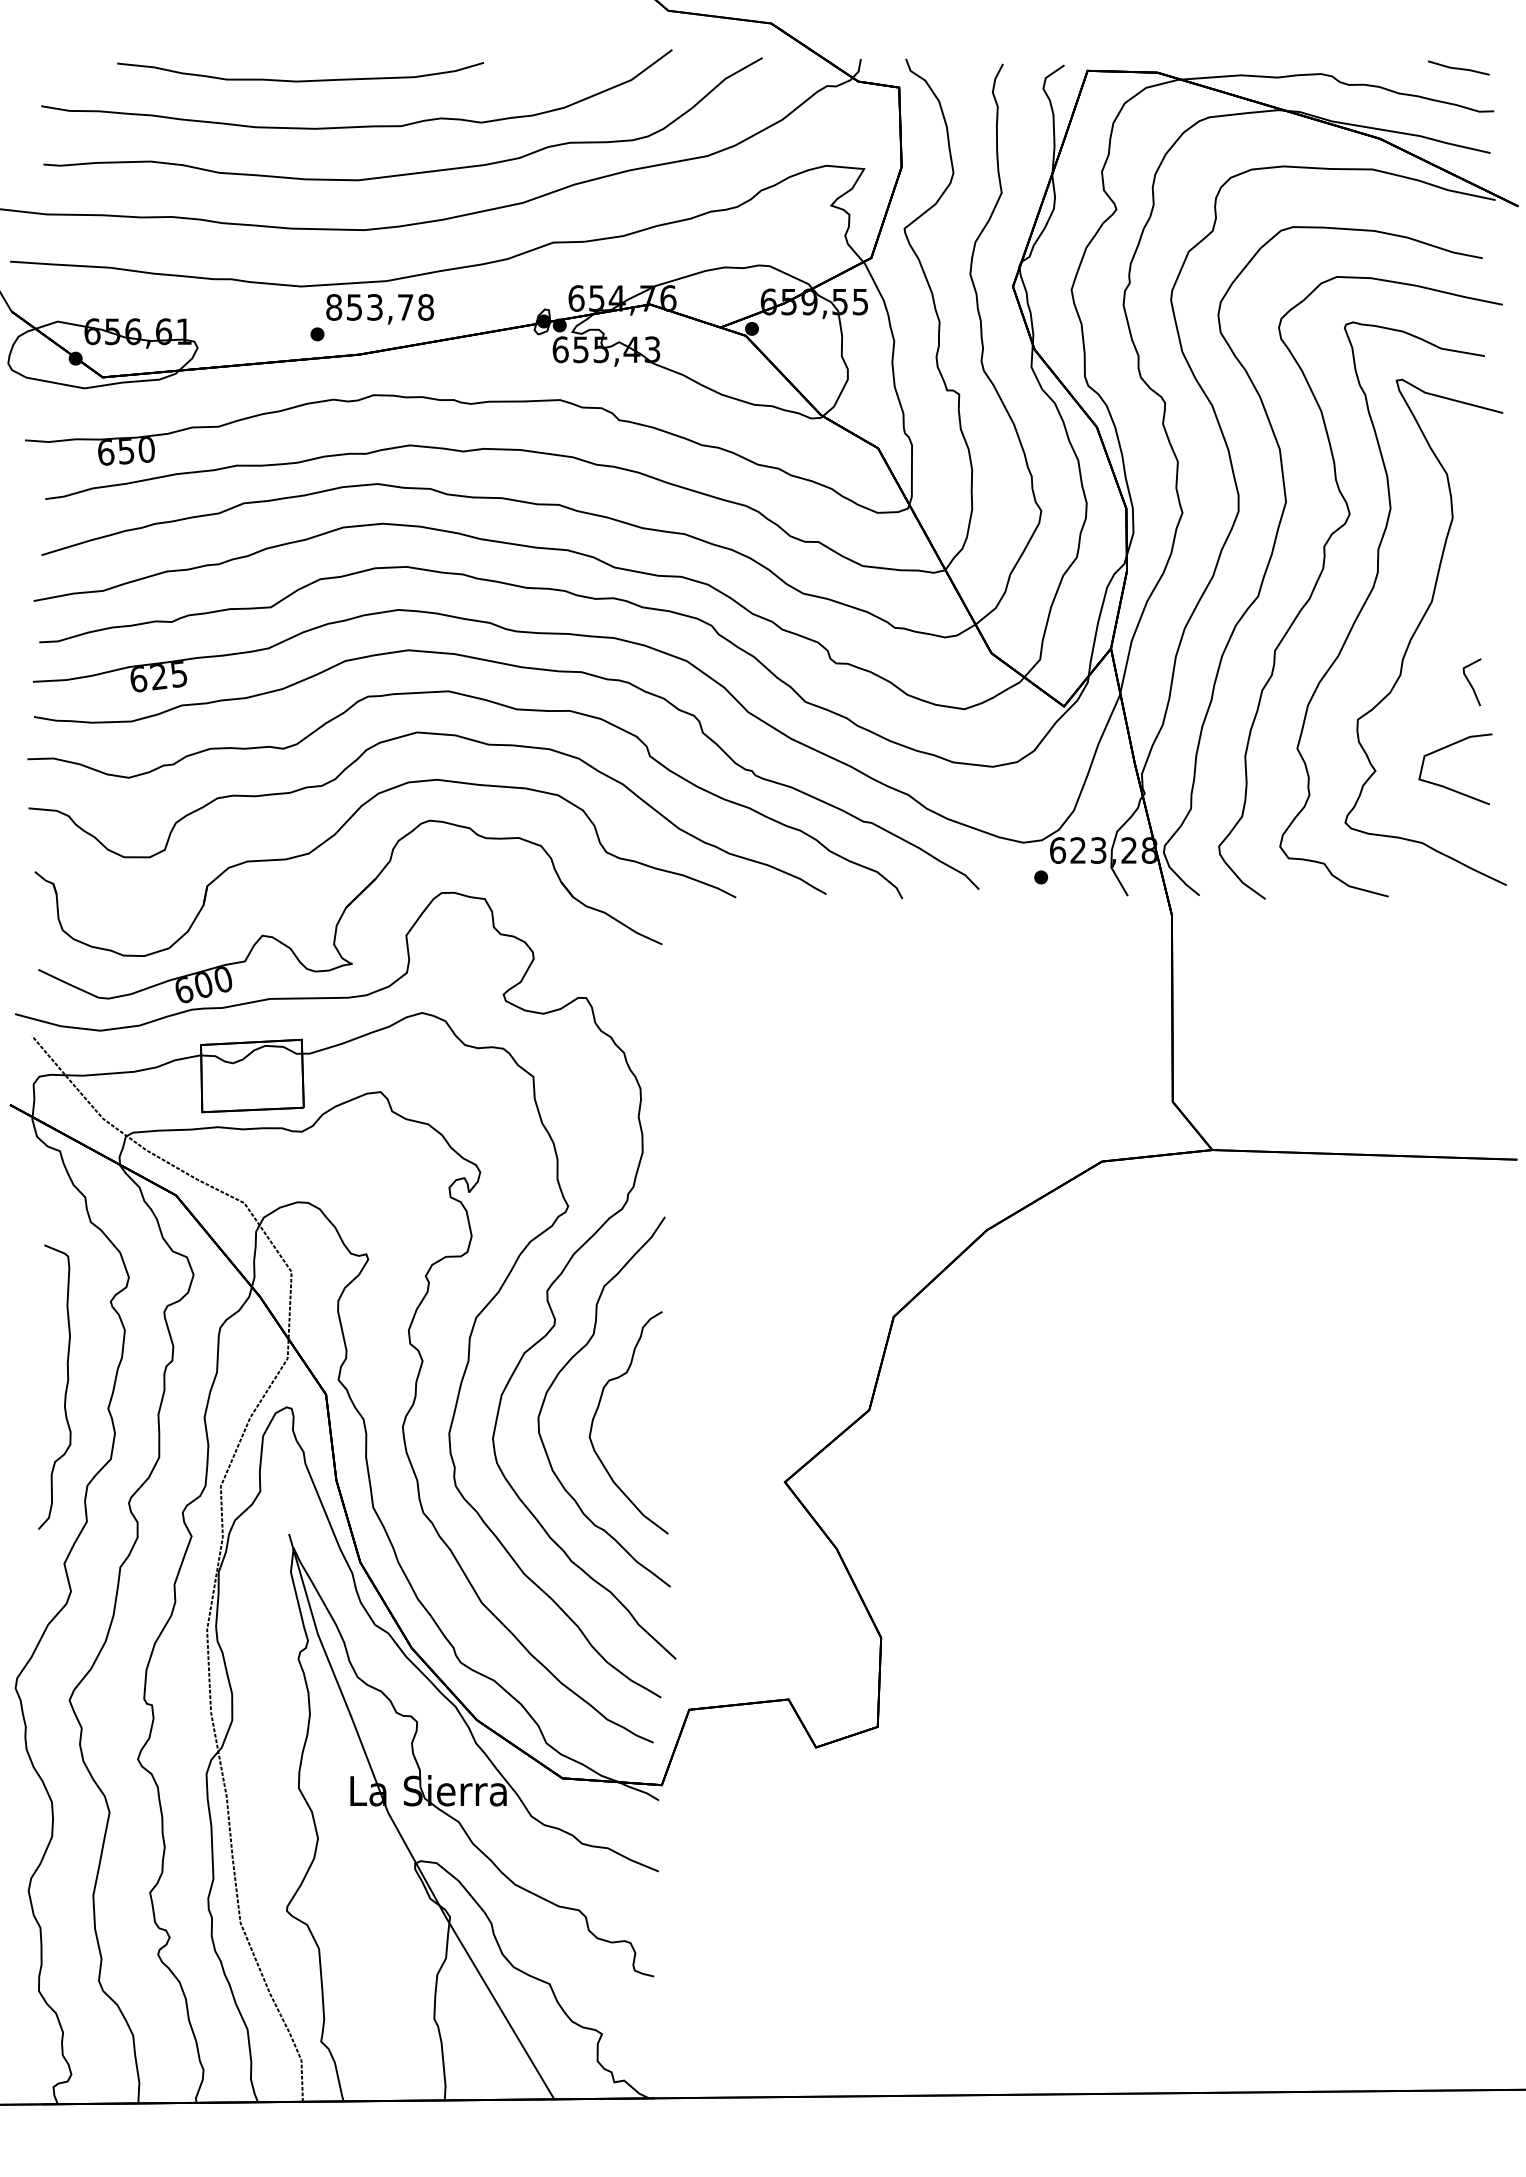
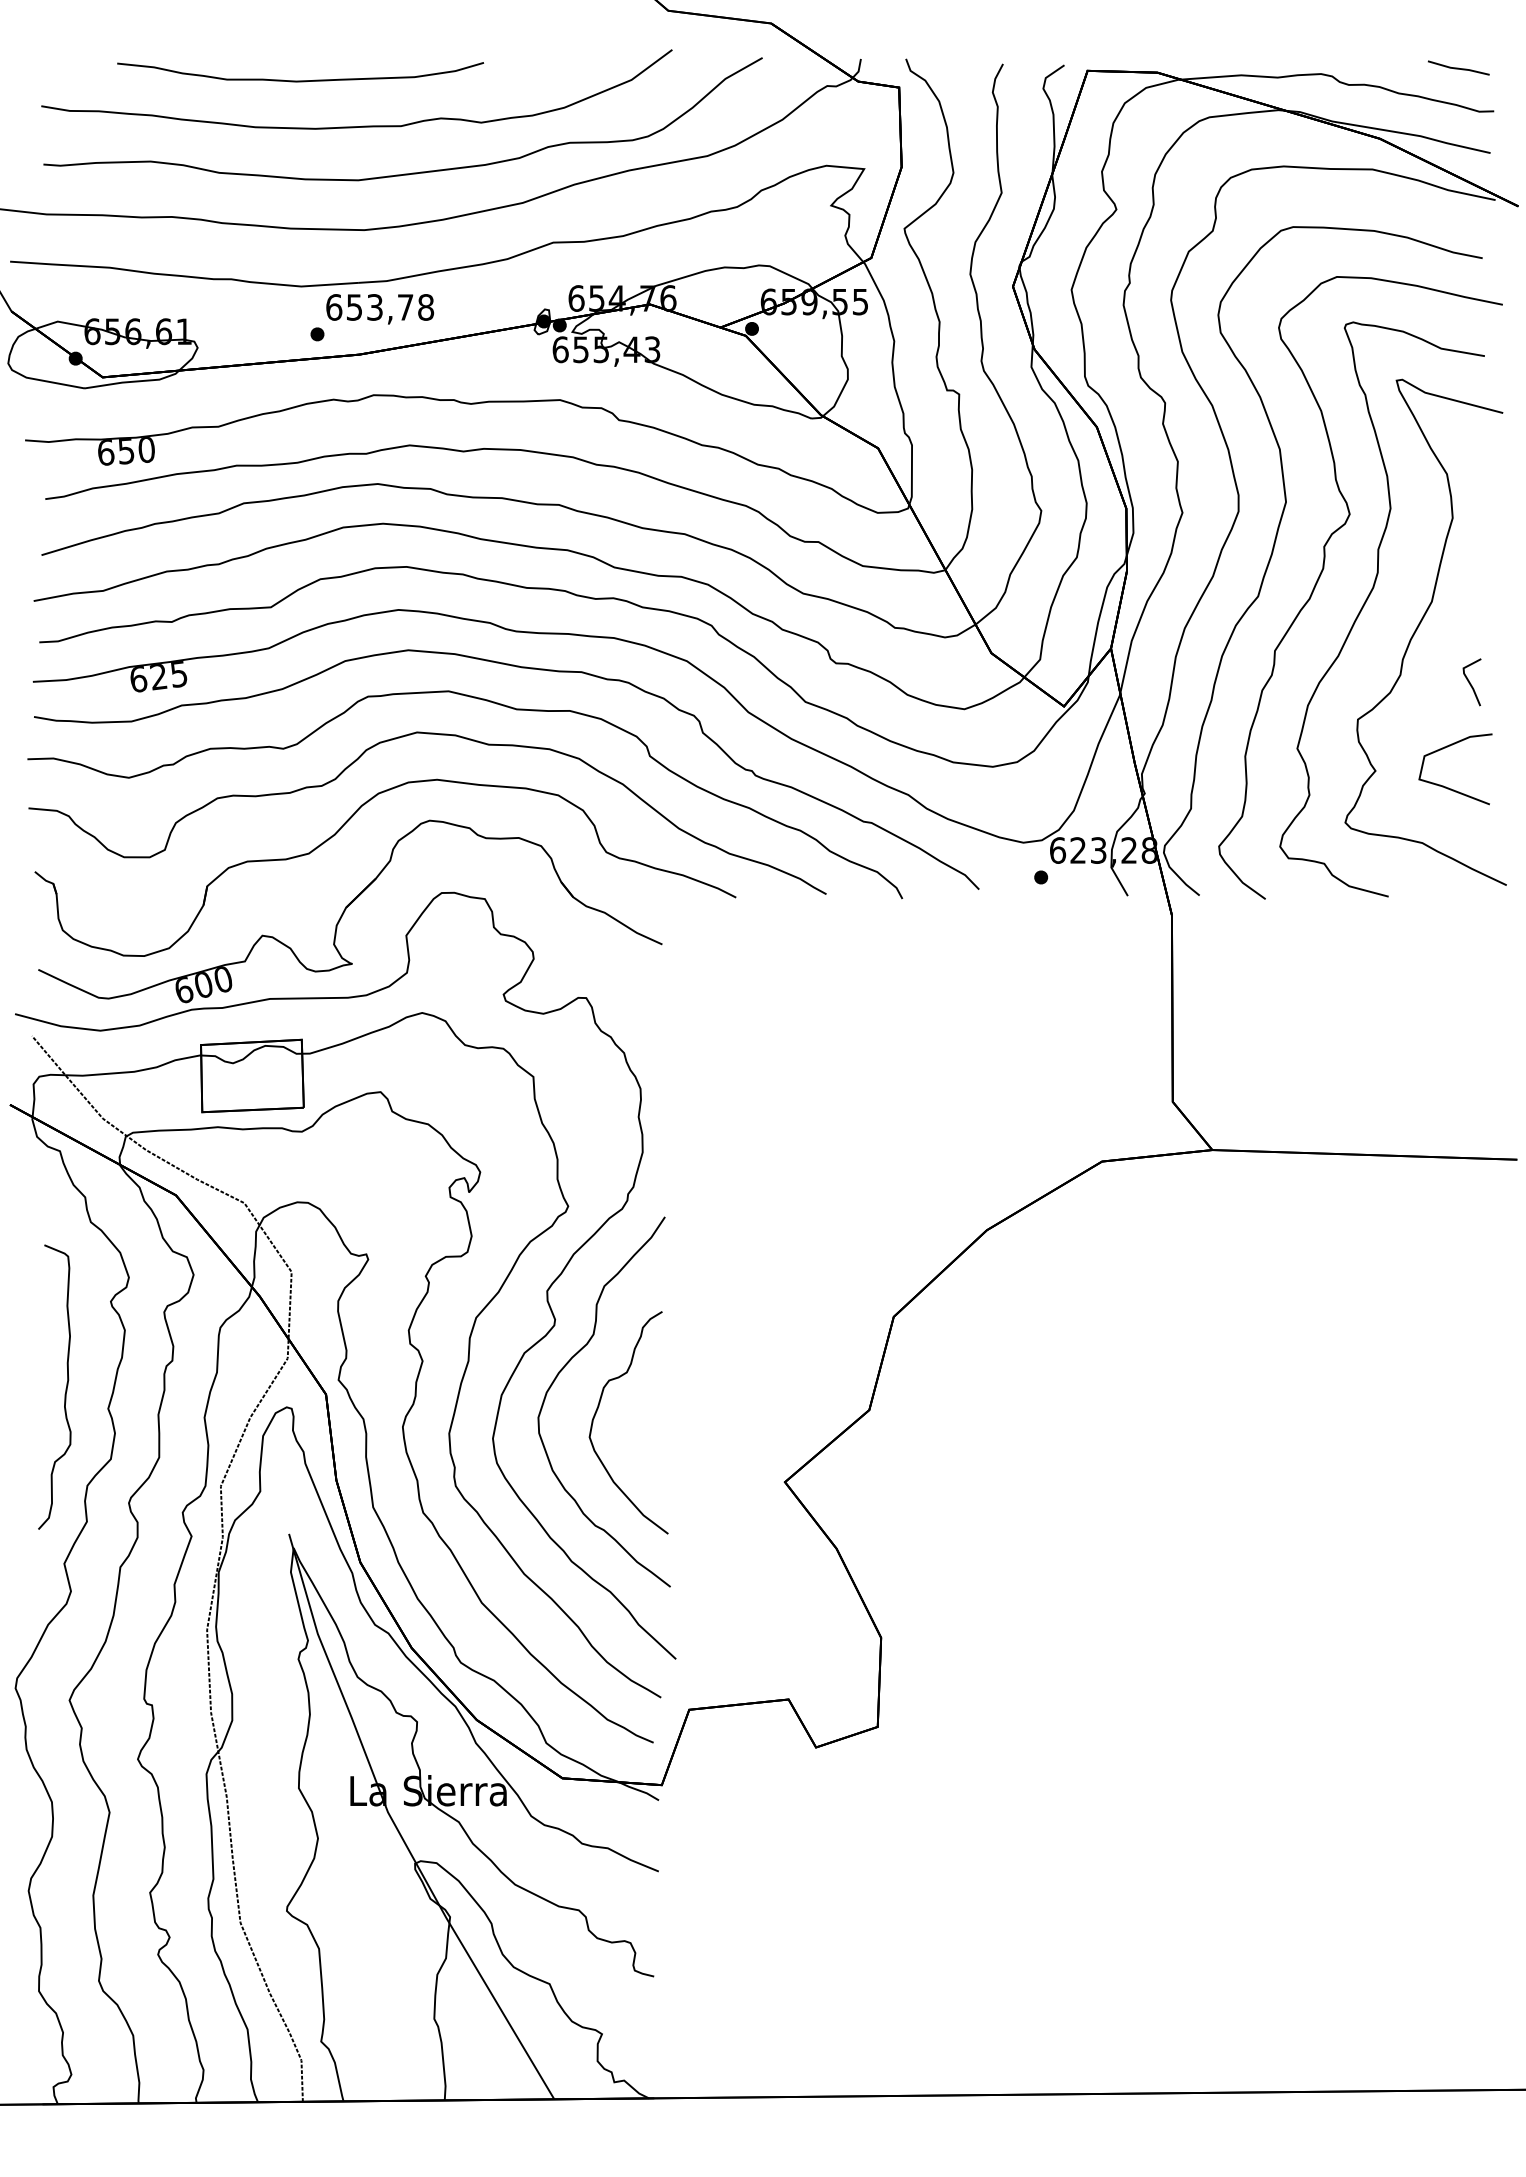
text at (334, 307): 853,78 -> 653,78
